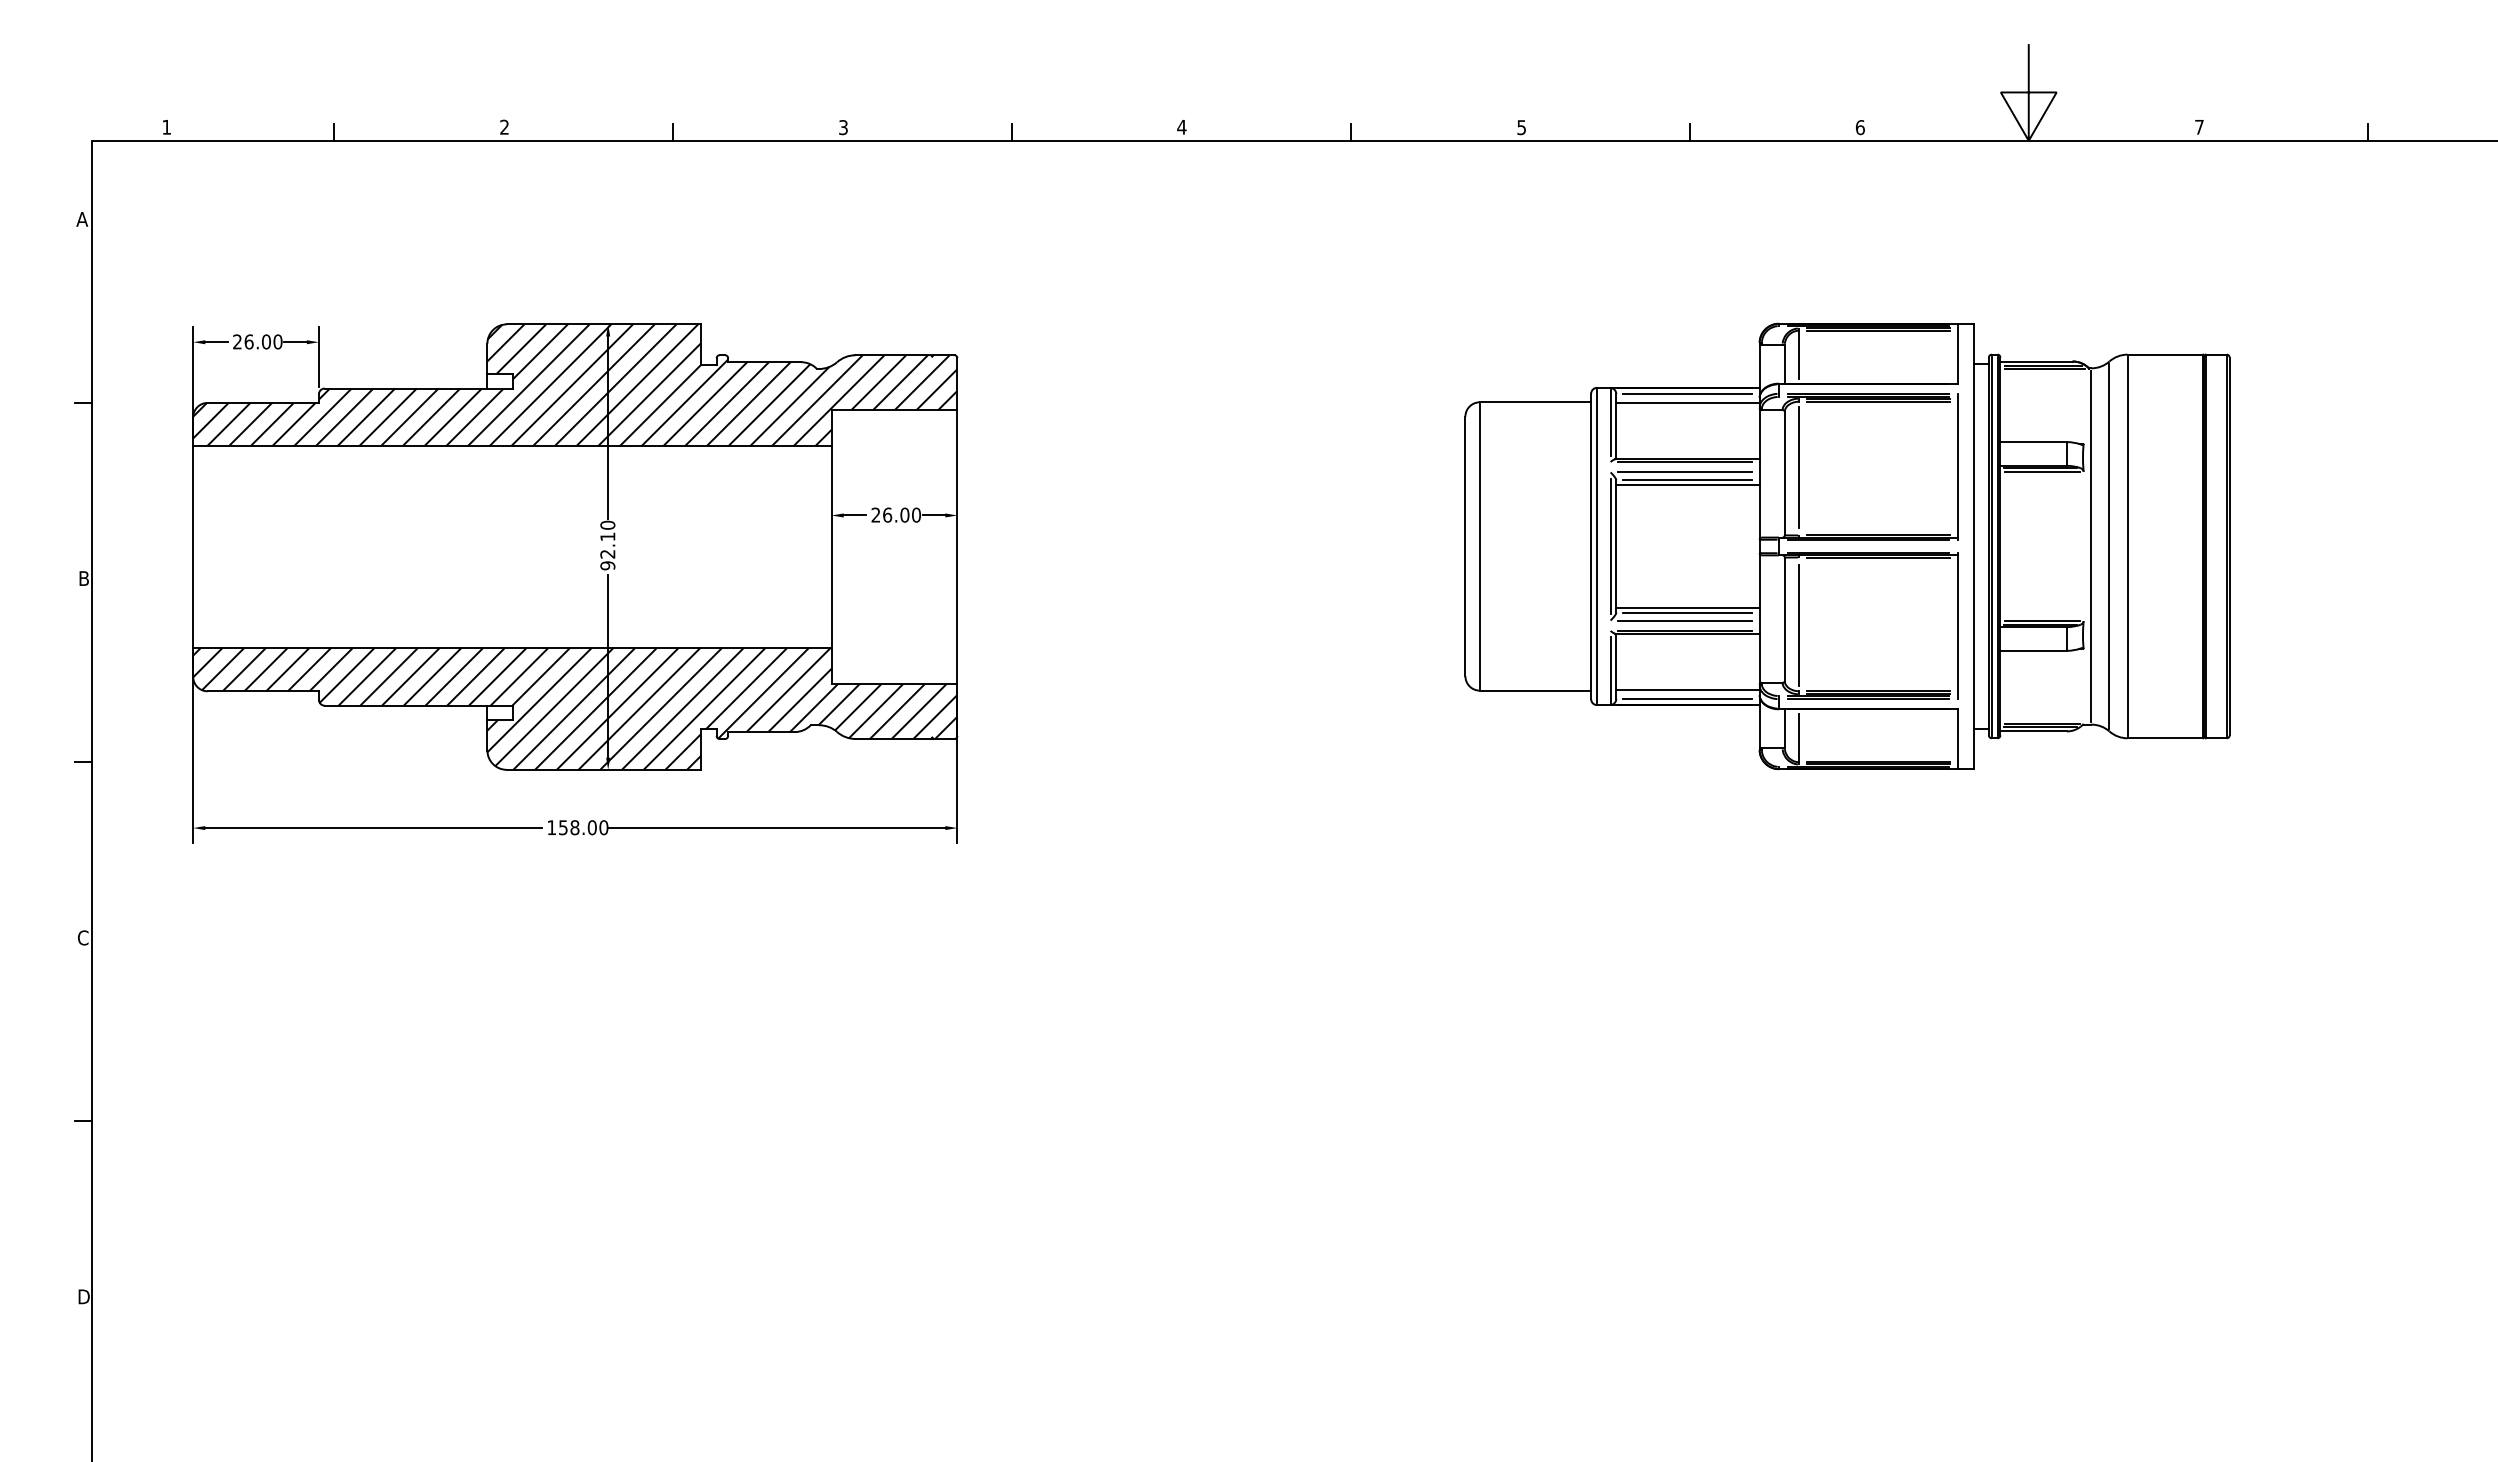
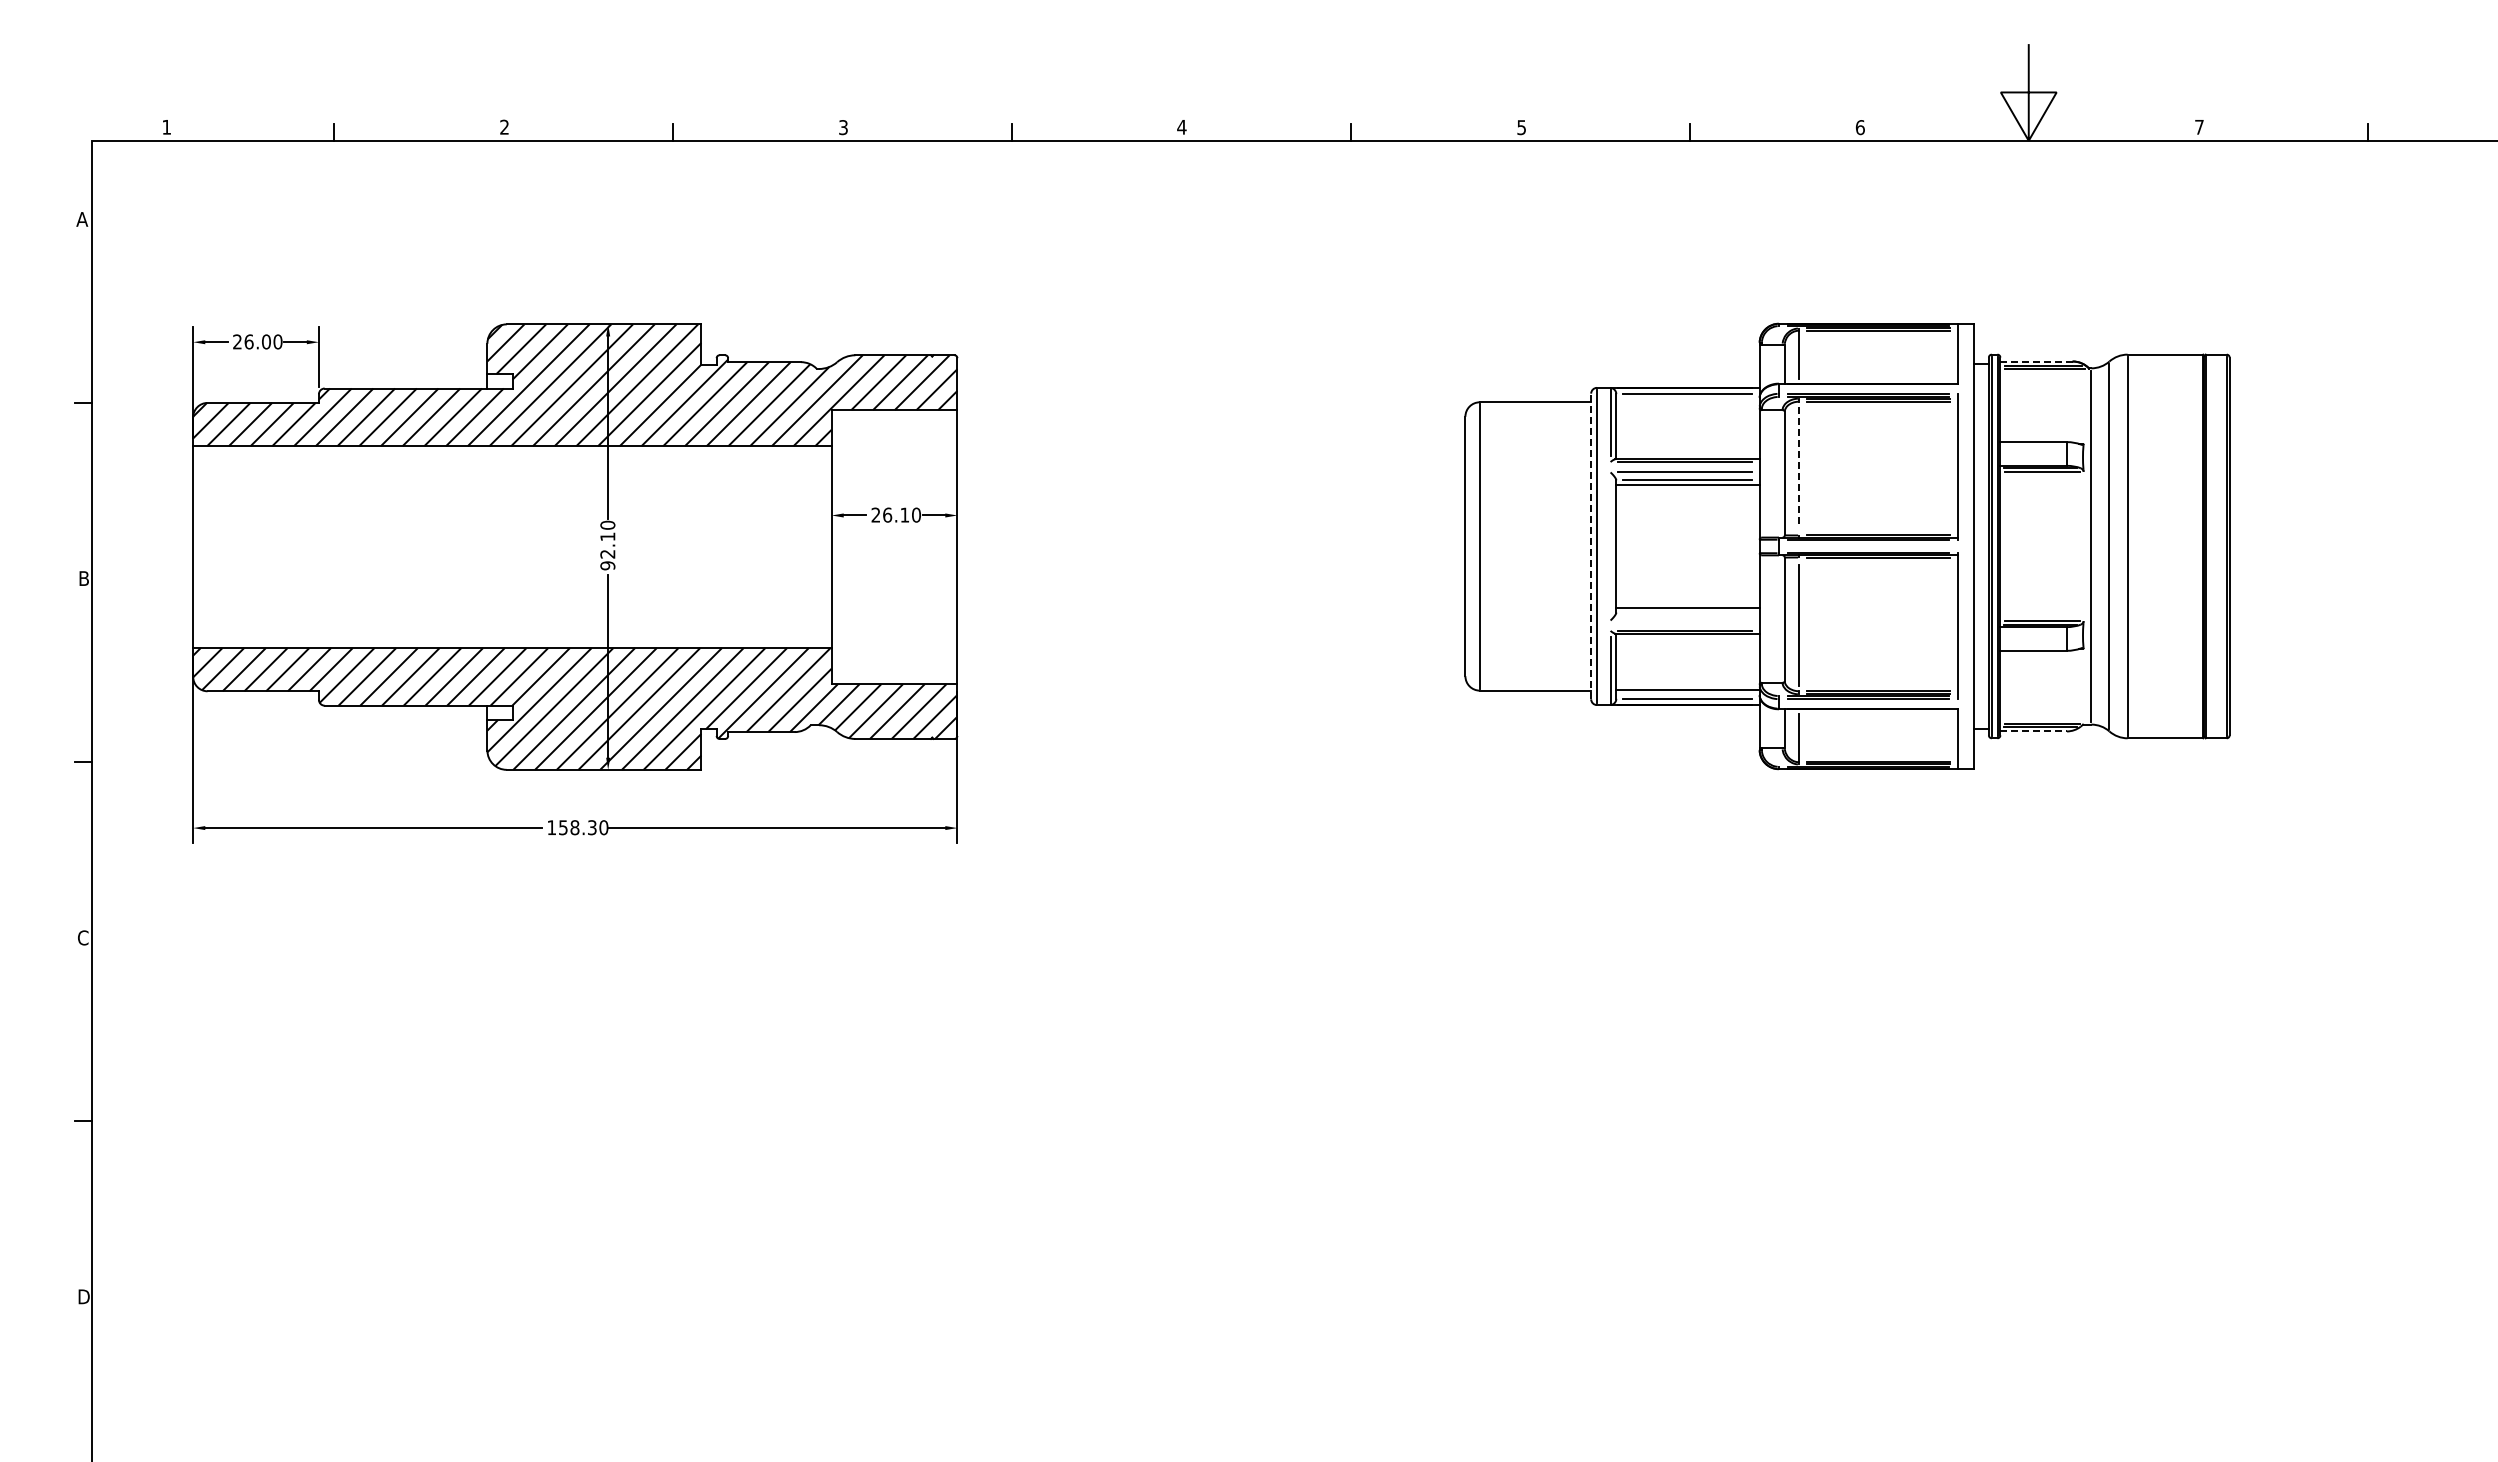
line at (2035, 361): solid -> dashed
line at (1687, 402): present -> none
line at (1799, 468): solid -> dashed
text at (904, 514): 26.00 -> 26.10
line at (1591, 546): solid -> dashed
line at (1610, 546): present -> none
line at (1687, 612): present -> none
line at (1685, 620): present -> none
line at (2034, 731): solid -> dashed
text at (591, 827): 158.00 -> 158.30
